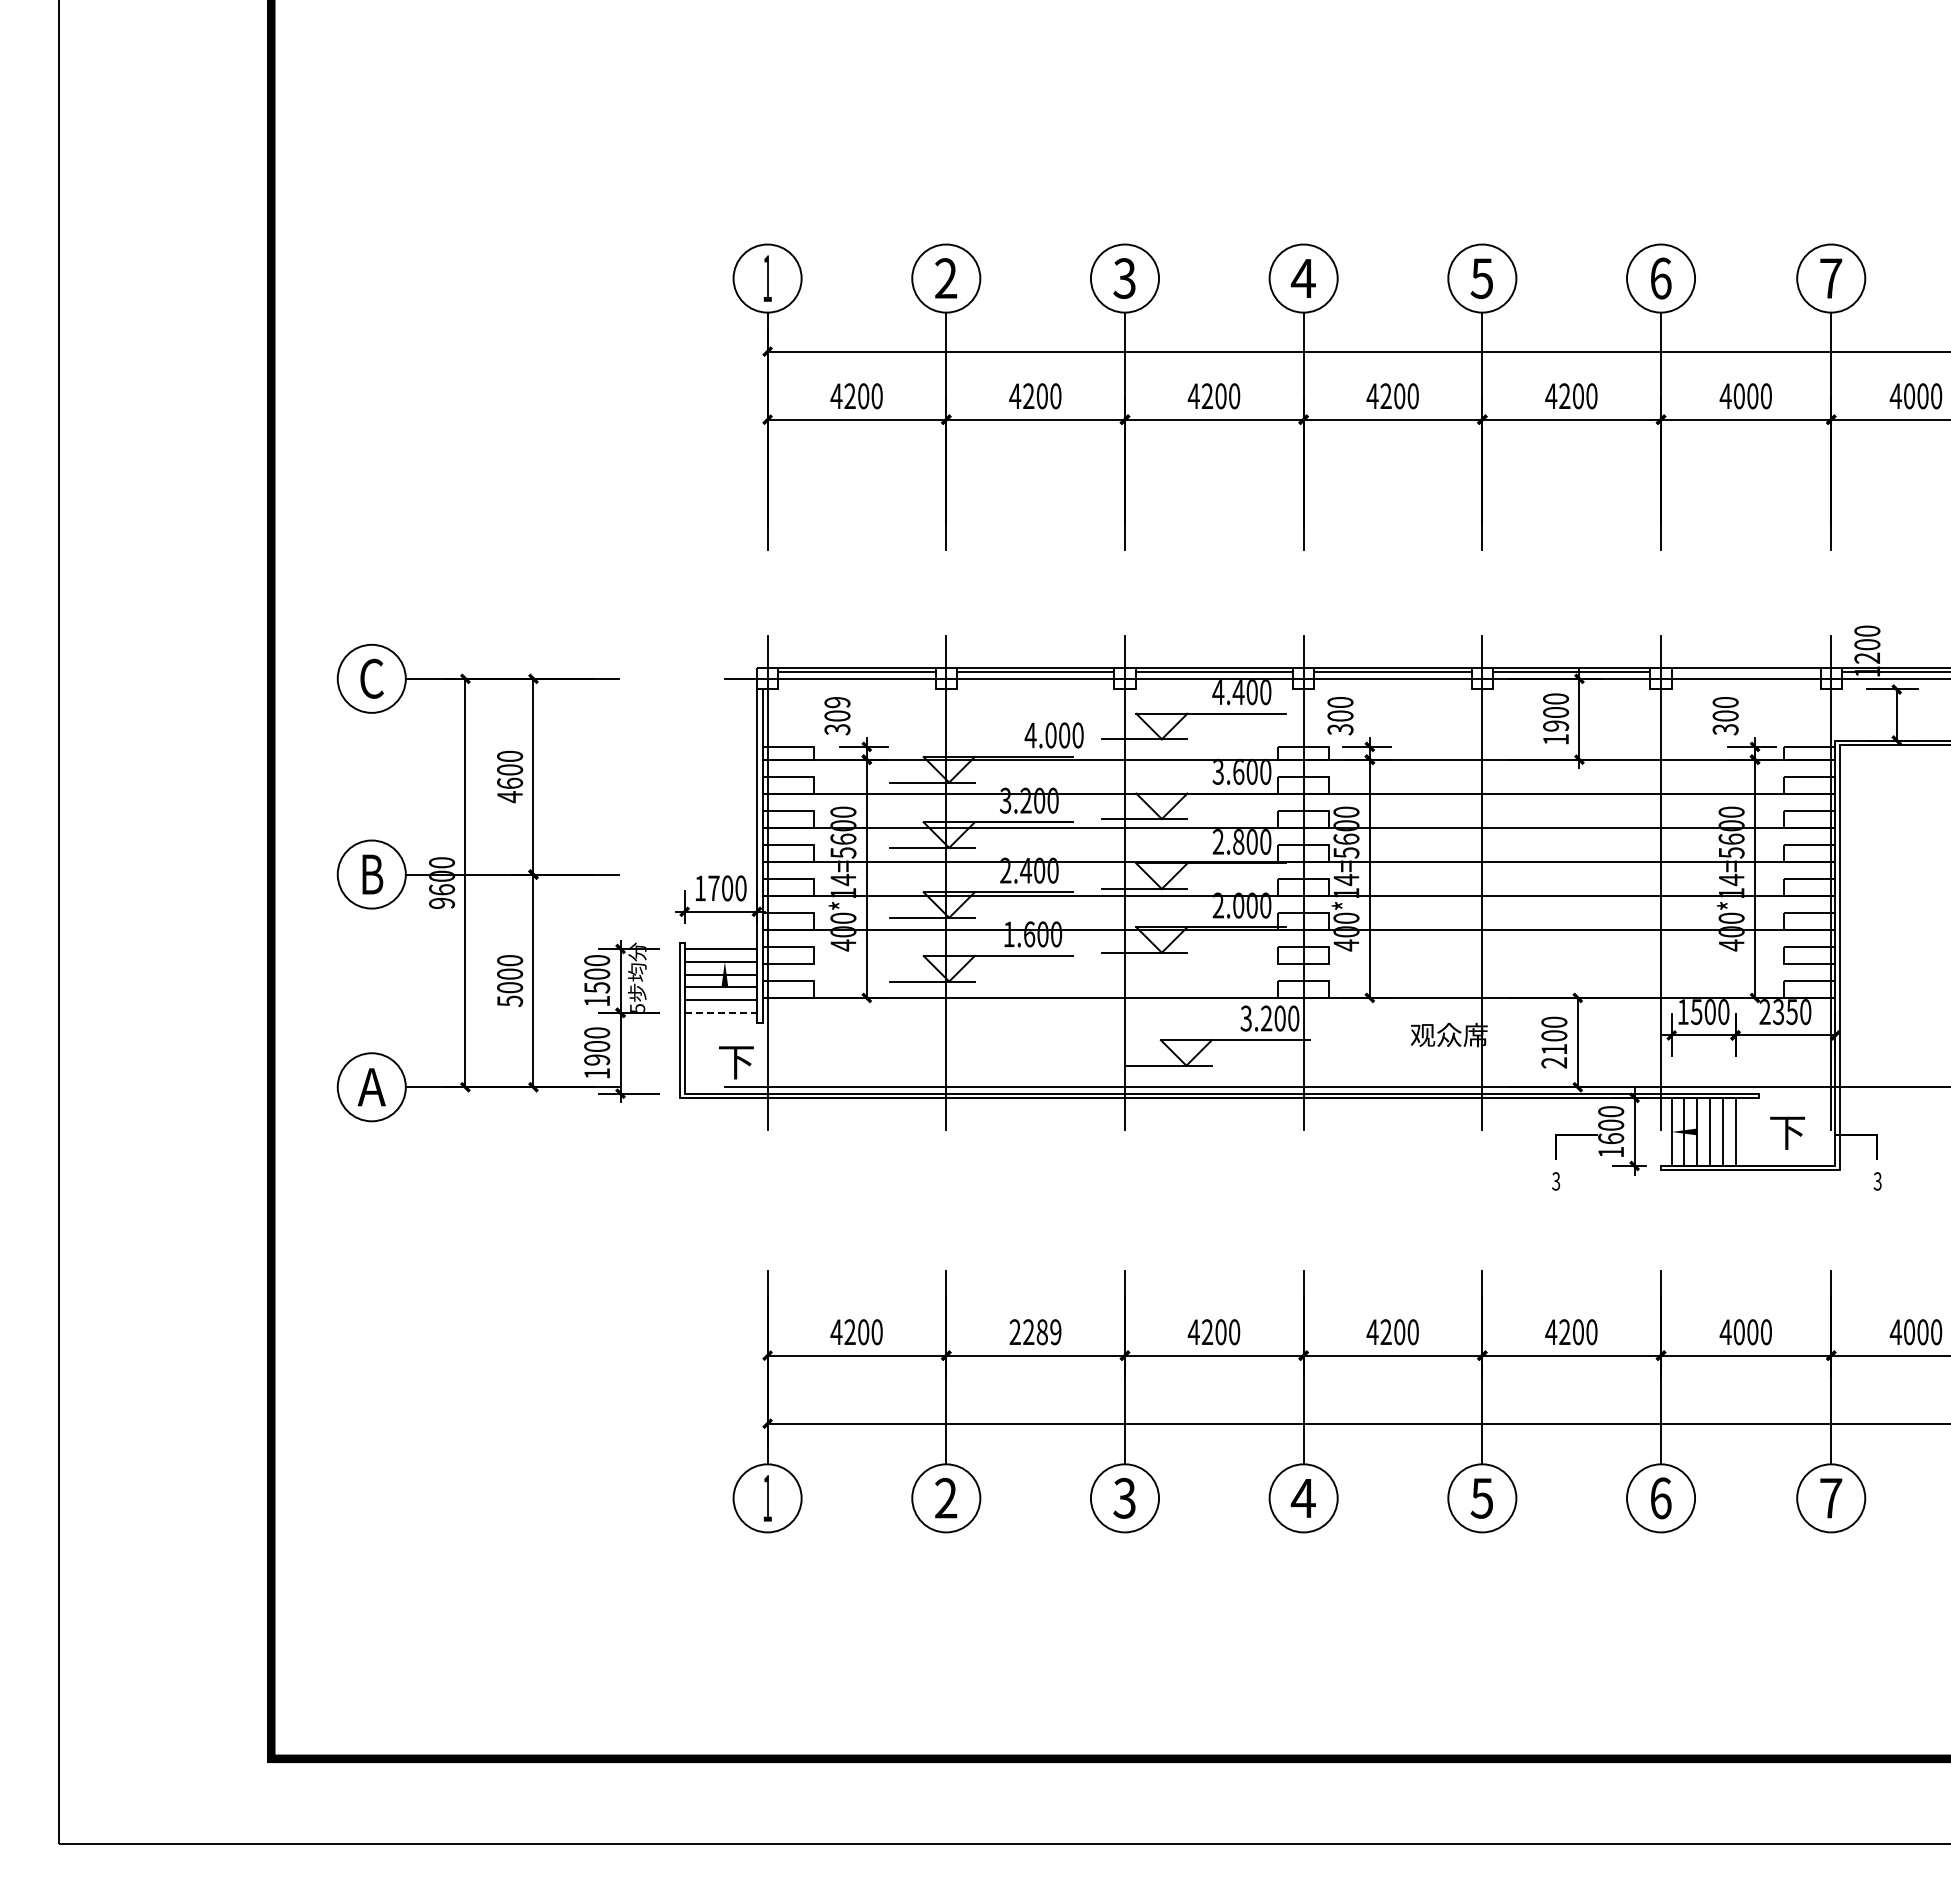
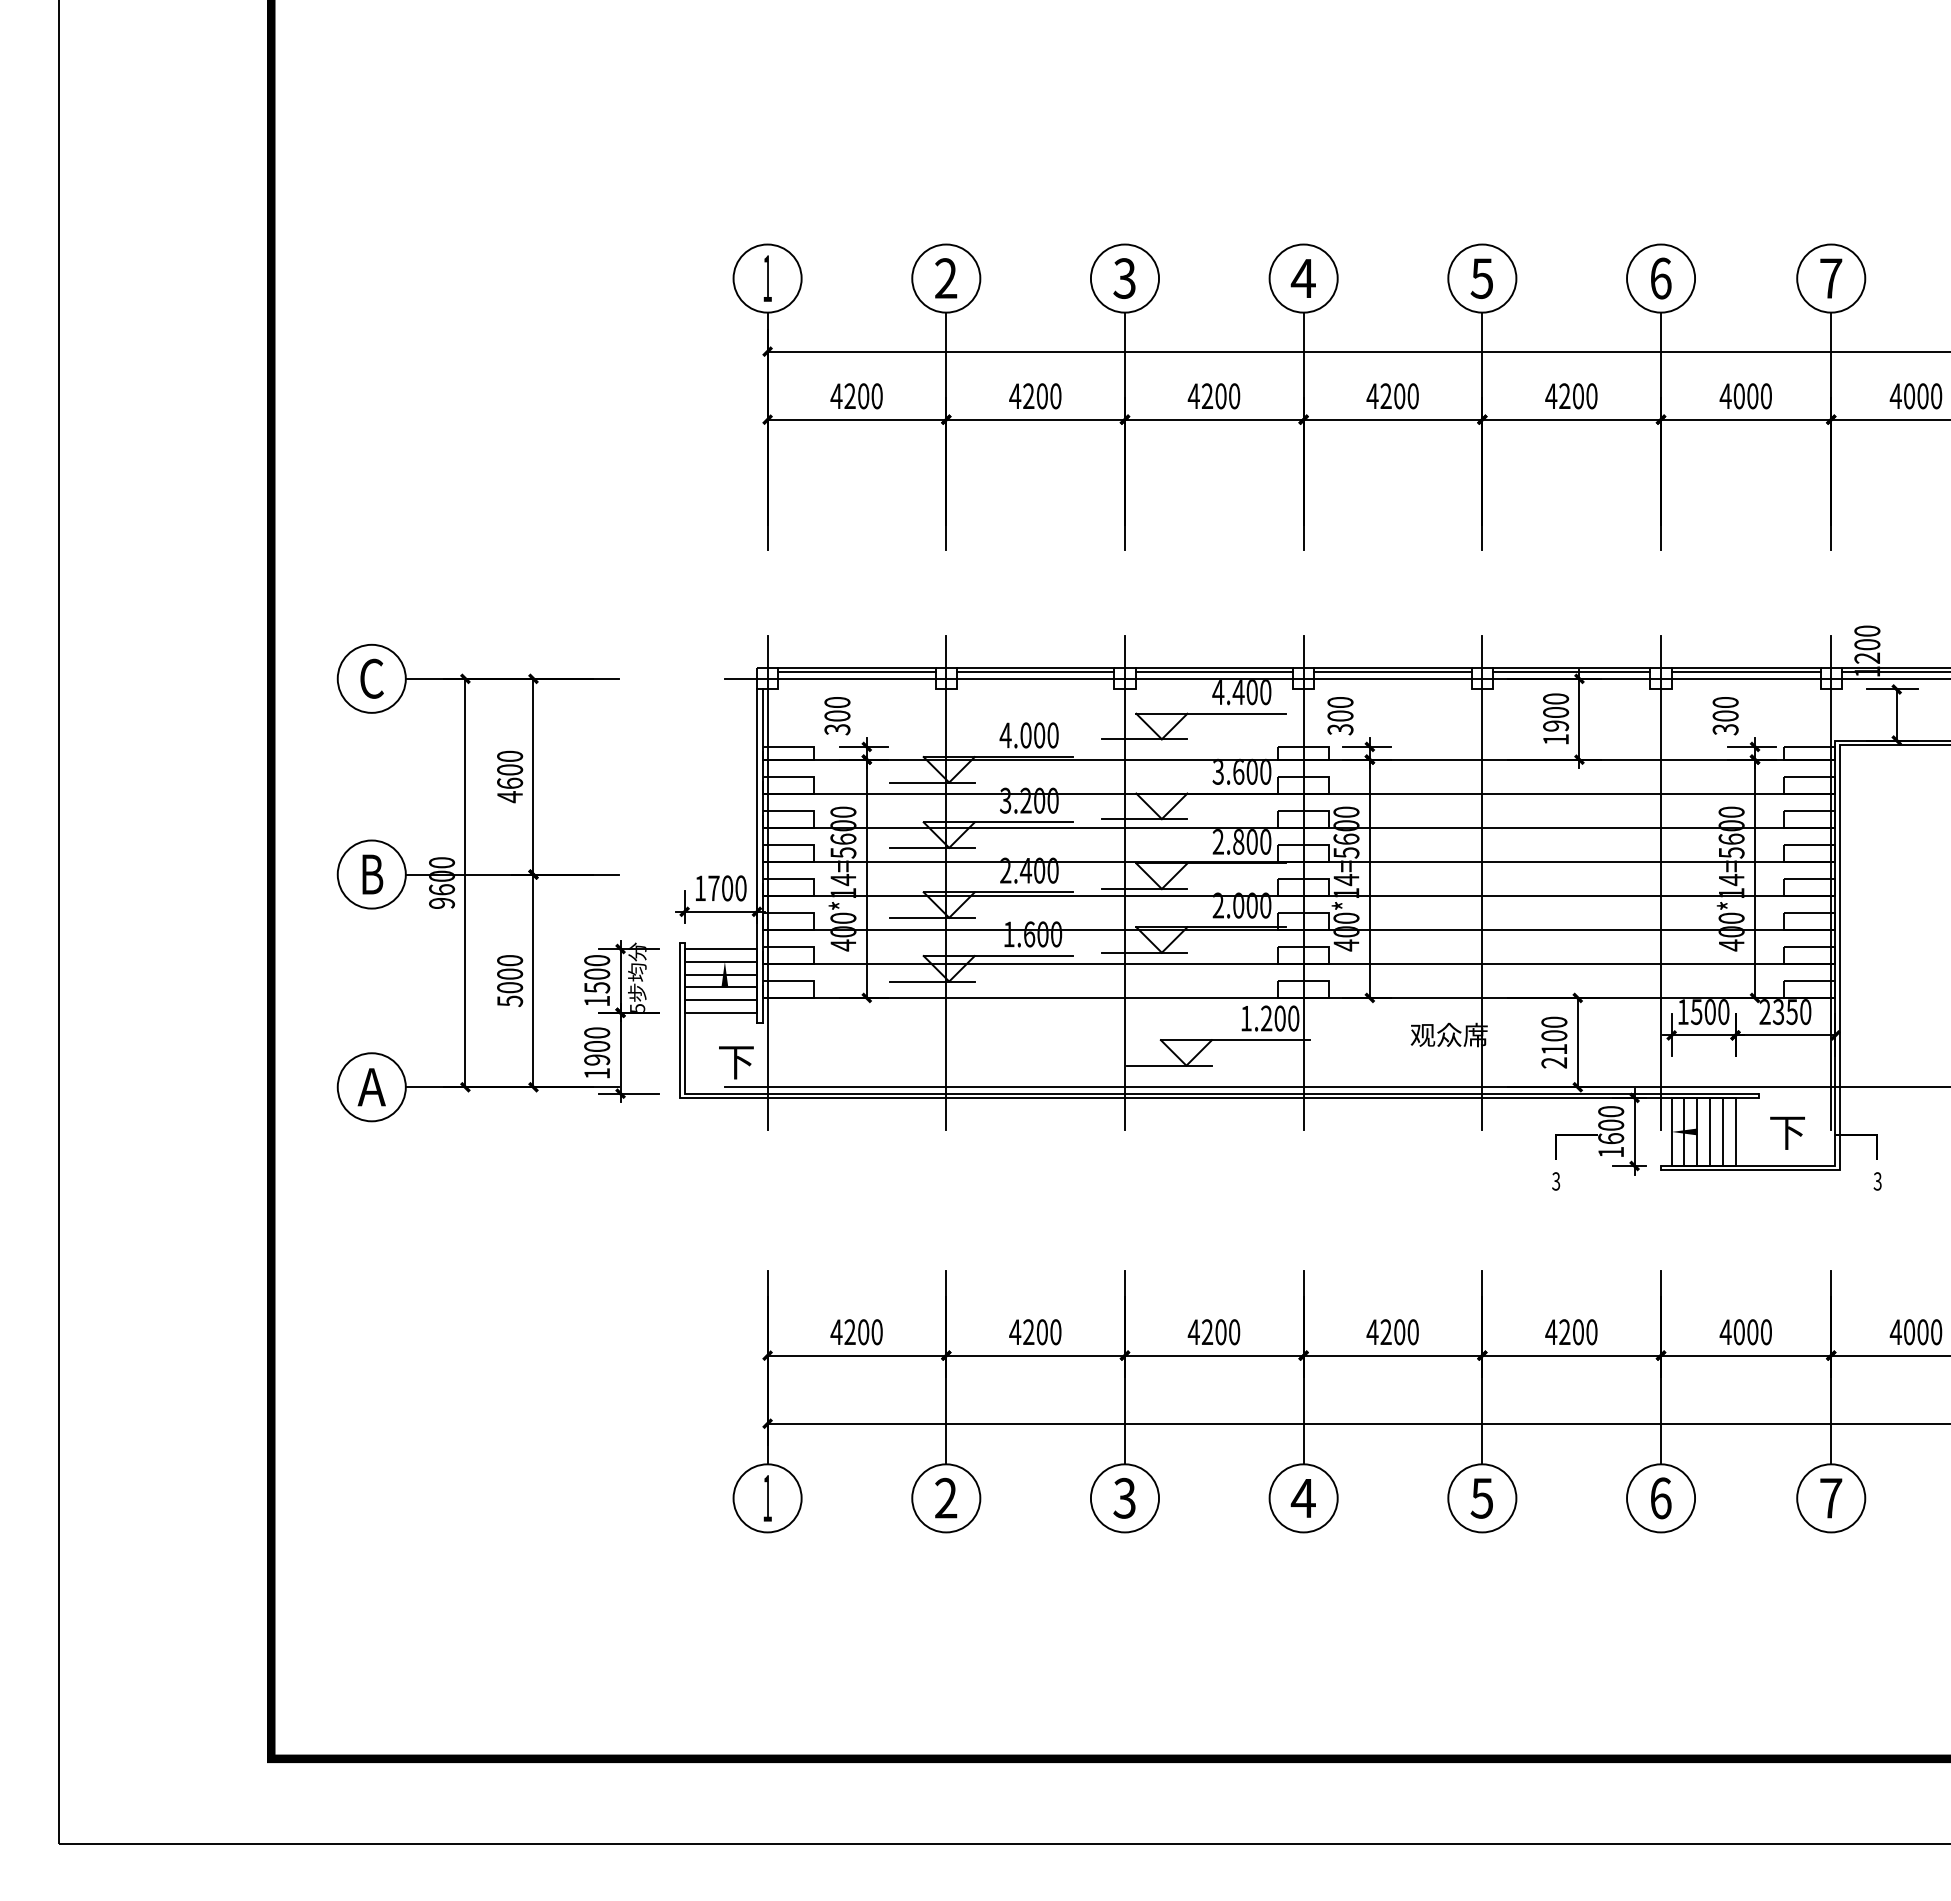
line at (1745, 672): none -> present
text at (837, 702): 309 -> 300
text at (1053, 735) position: (1053, 735) -> (1028, 735)
line at (1299, 963): none -> present
line at (721, 1012): dashed -> solid
text at (1245, 1018): 3.200 -> 1.200
text at (1035, 1332): 2289 -> 4200
